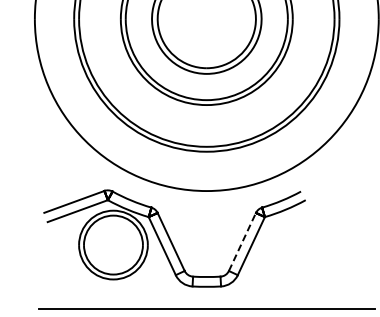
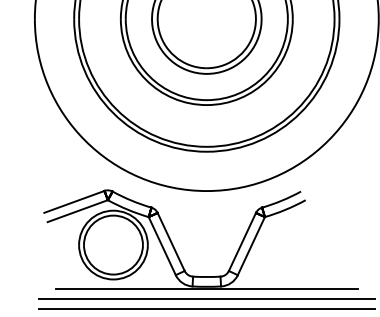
line at (242, 241): dashed -> solid
line at (206, 289): none -> present
line at (206, 299): none -> present
